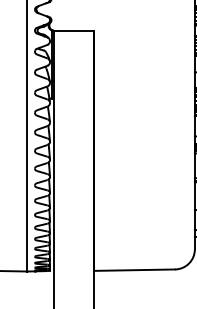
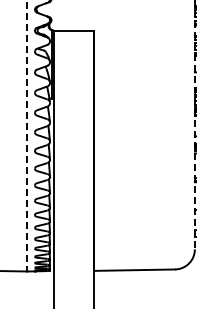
line at (194, 125): solid -> dashed
line at (27, 136): solid -> dashed
